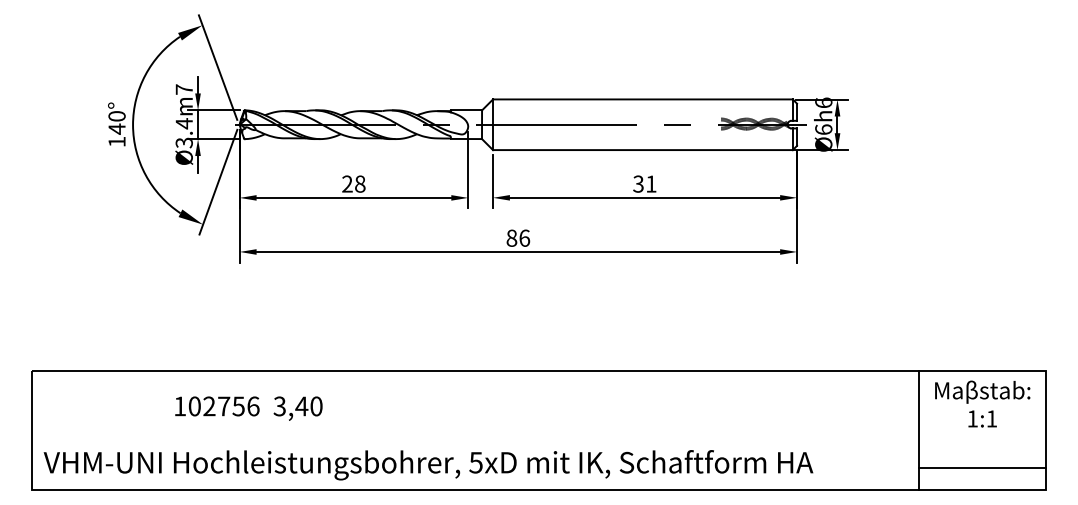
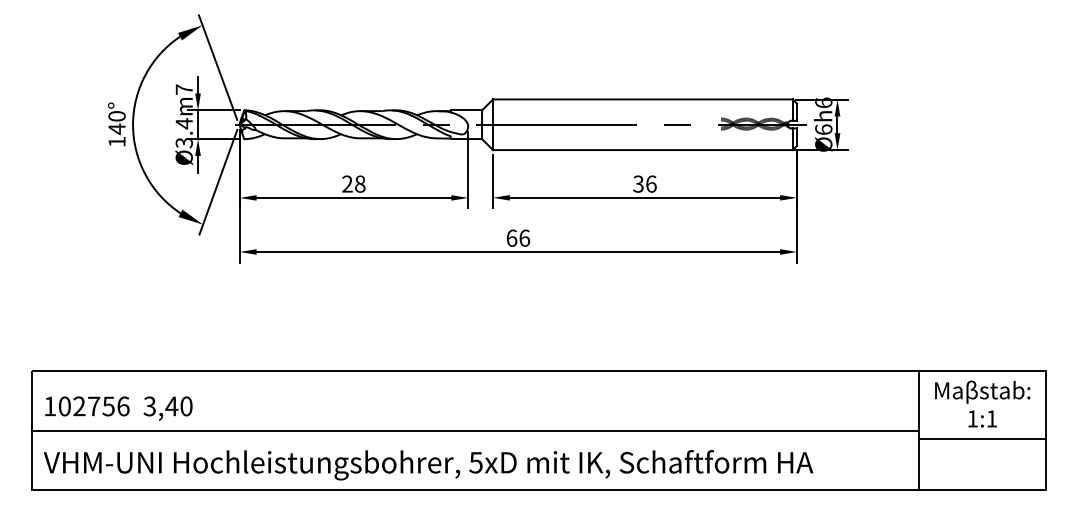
text at (651, 183): 31 -> 36
text at (511, 237): 86 -> 66
text at (248, 408) position: (248, 408) -> (118, 408)
line at (475, 430): none -> present
line at (981, 467) position: (981, 467) -> (981, 438)
